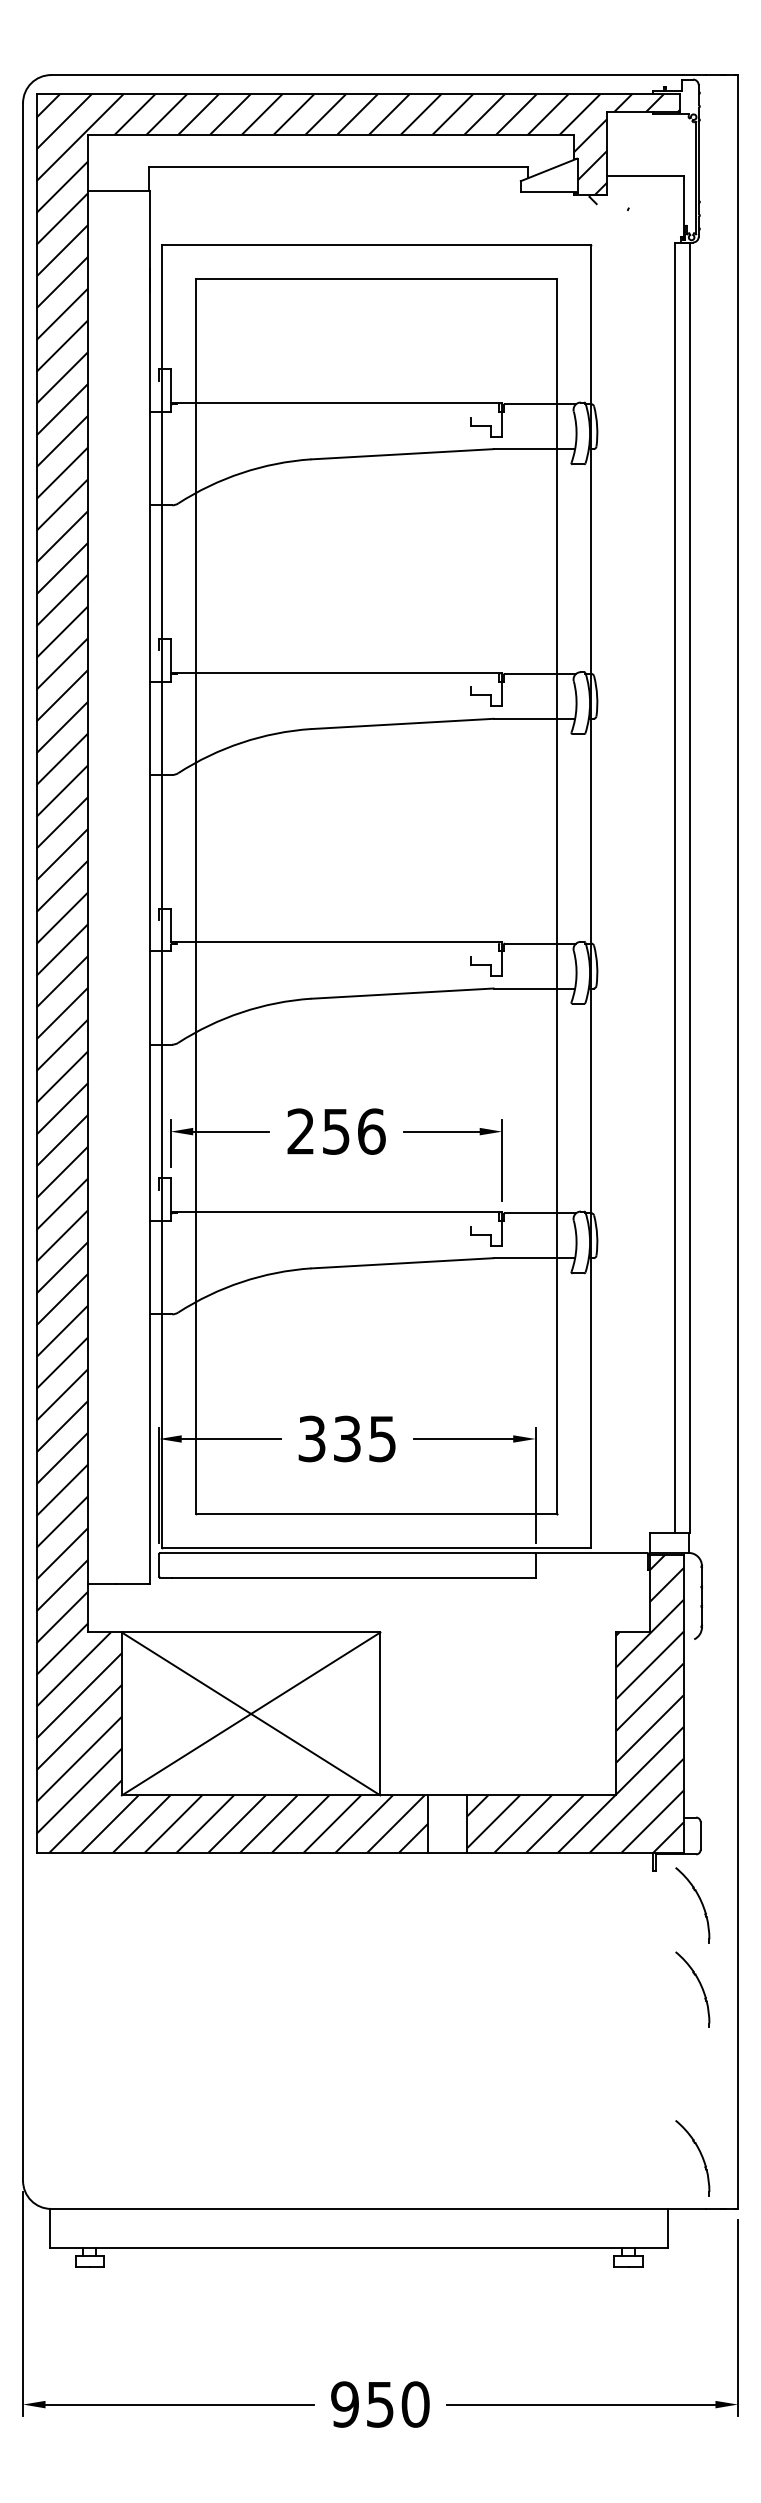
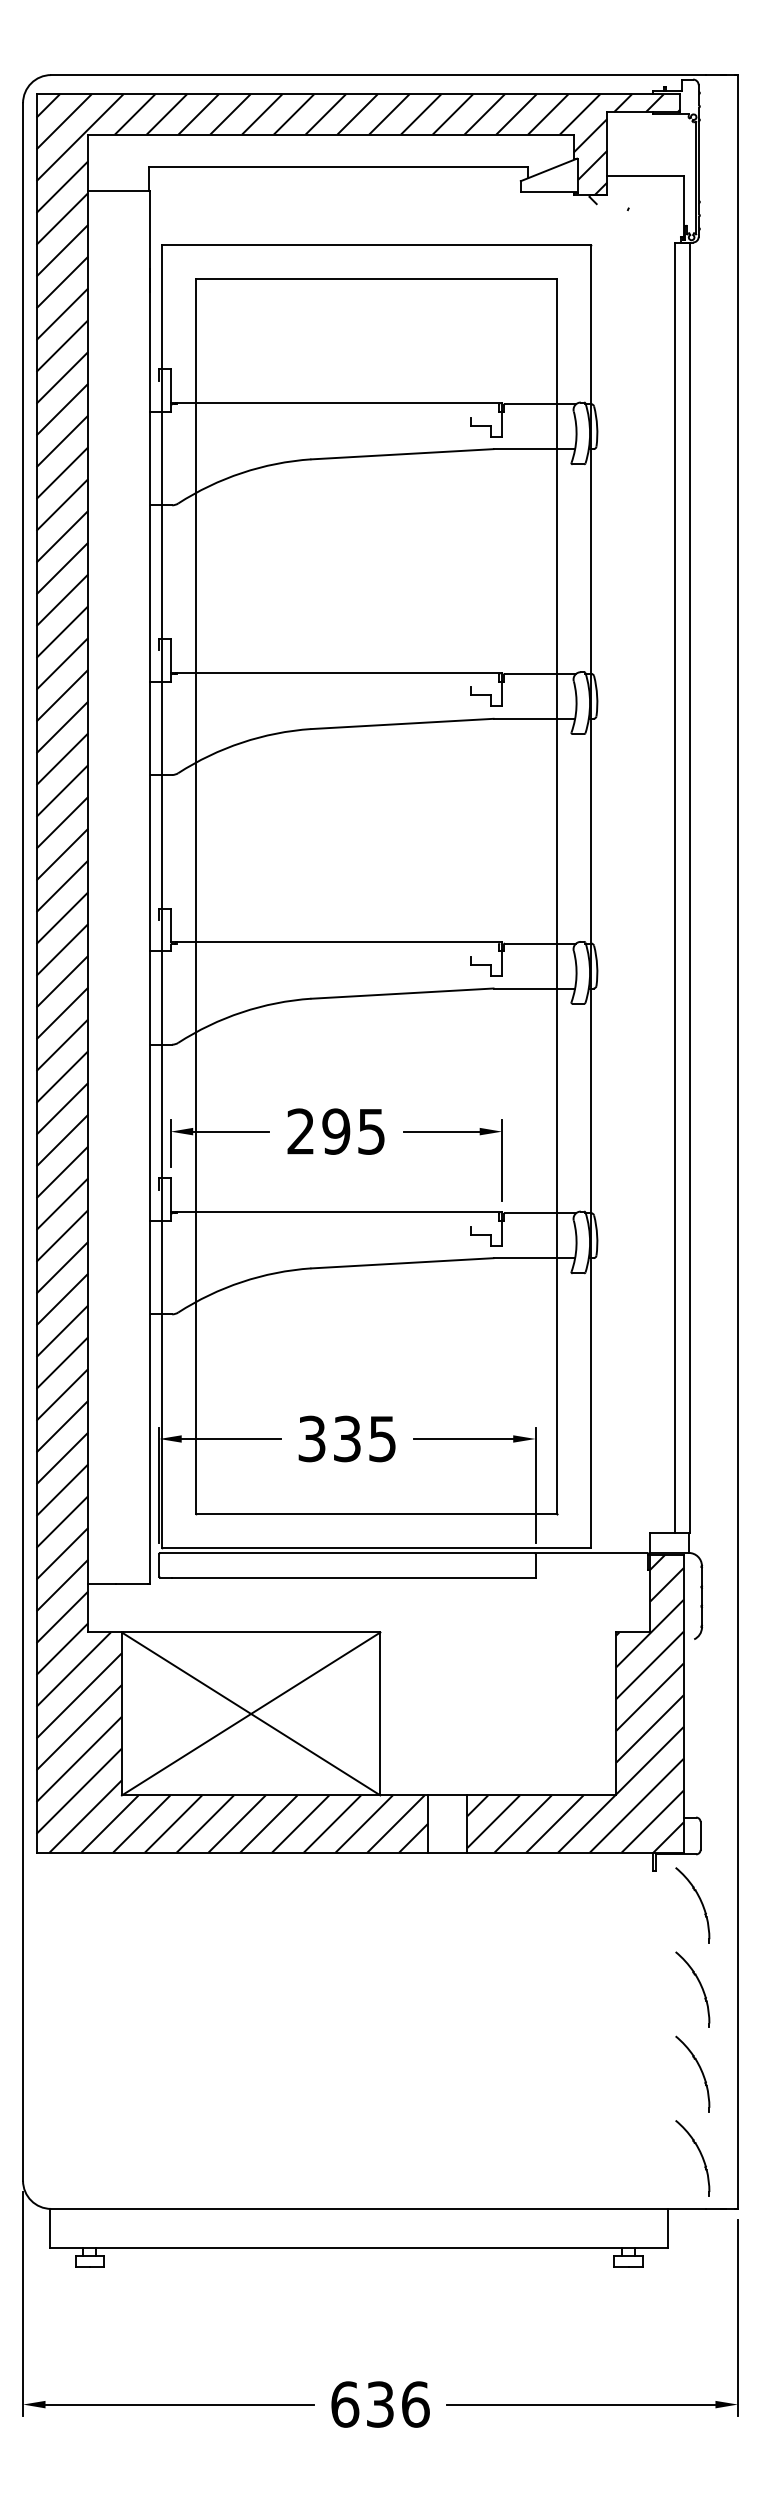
text at (353, 1131): 256 -> 295
part at (700, 2070): none -> present
text at (380, 2404): 950 -> 636
